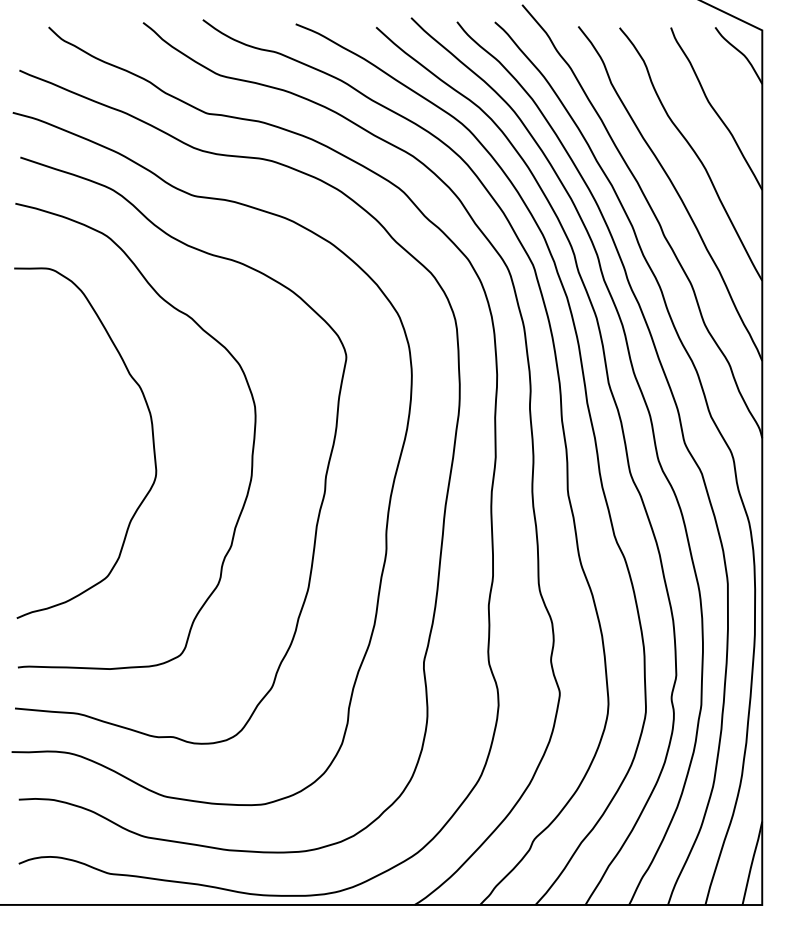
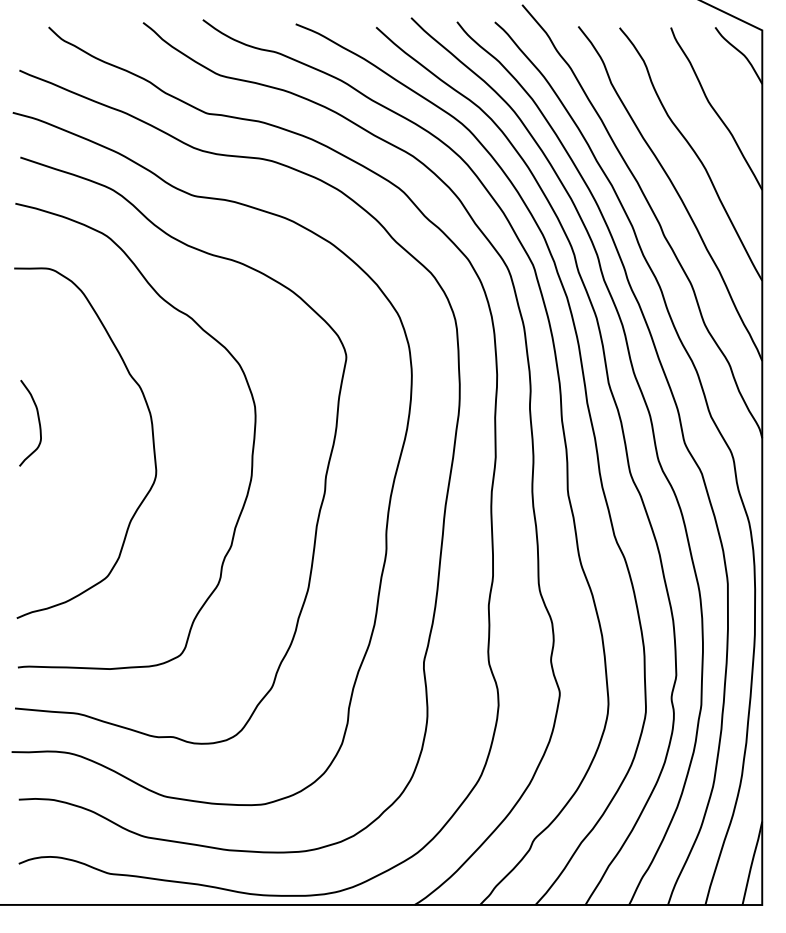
curve at (38, 422): none -> present
